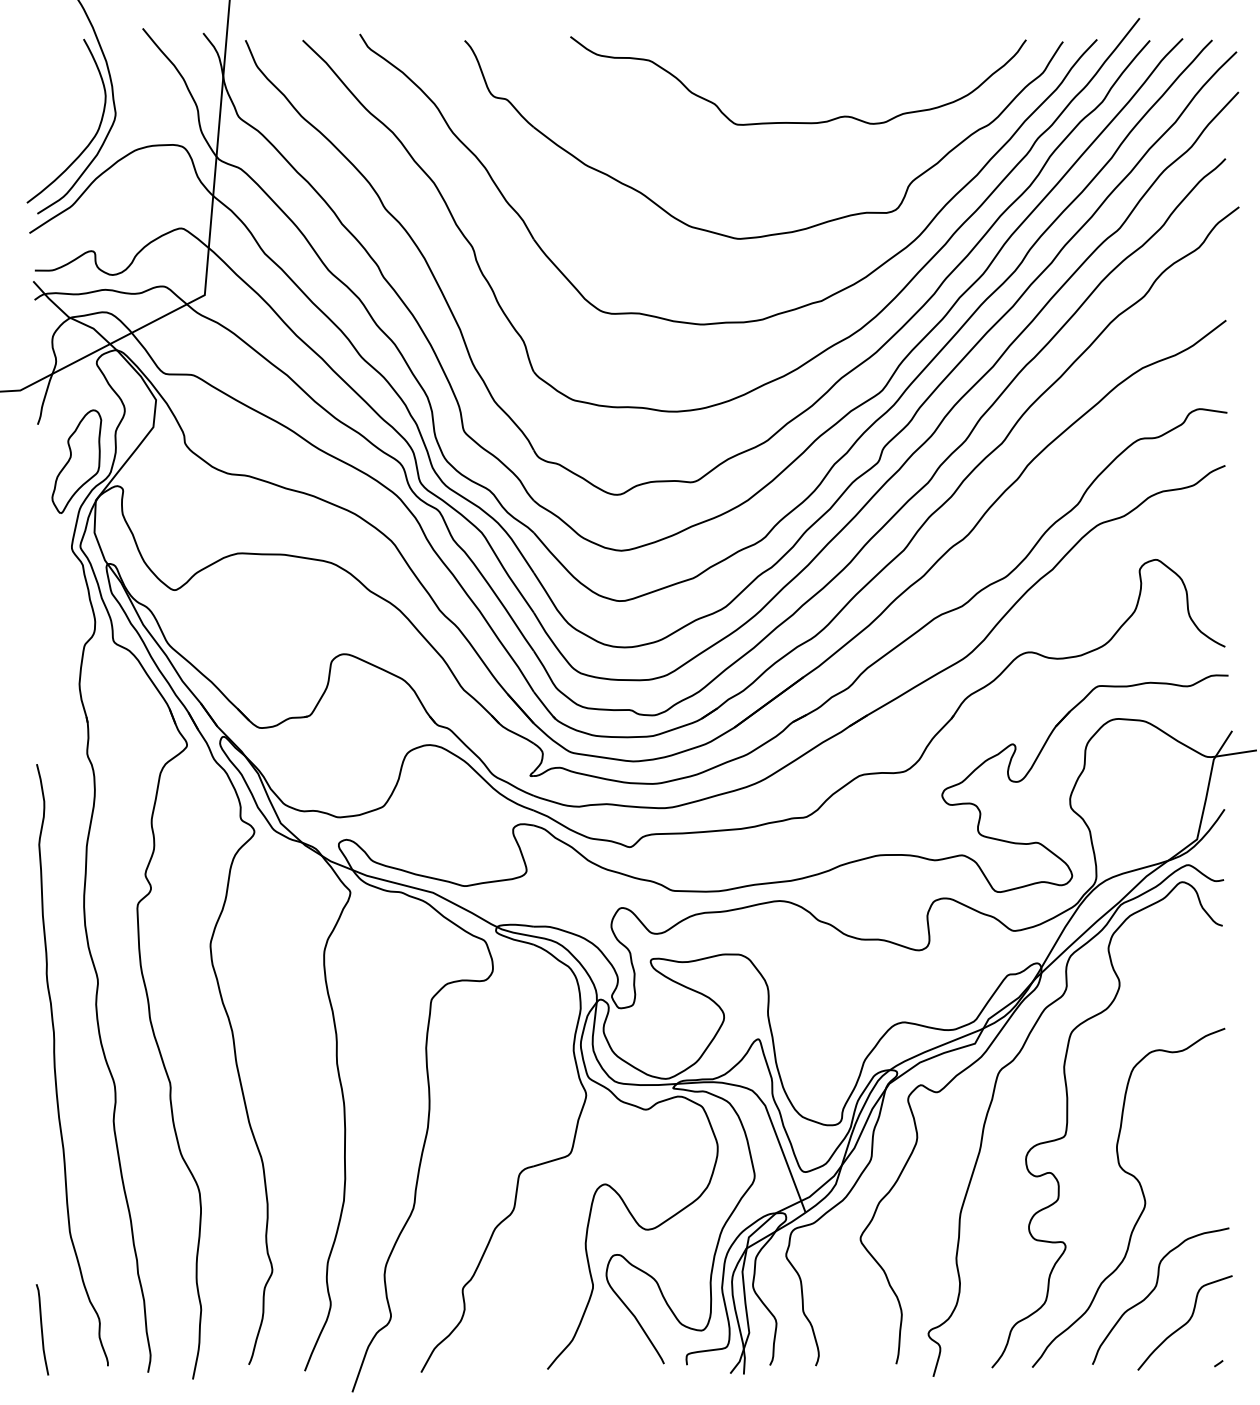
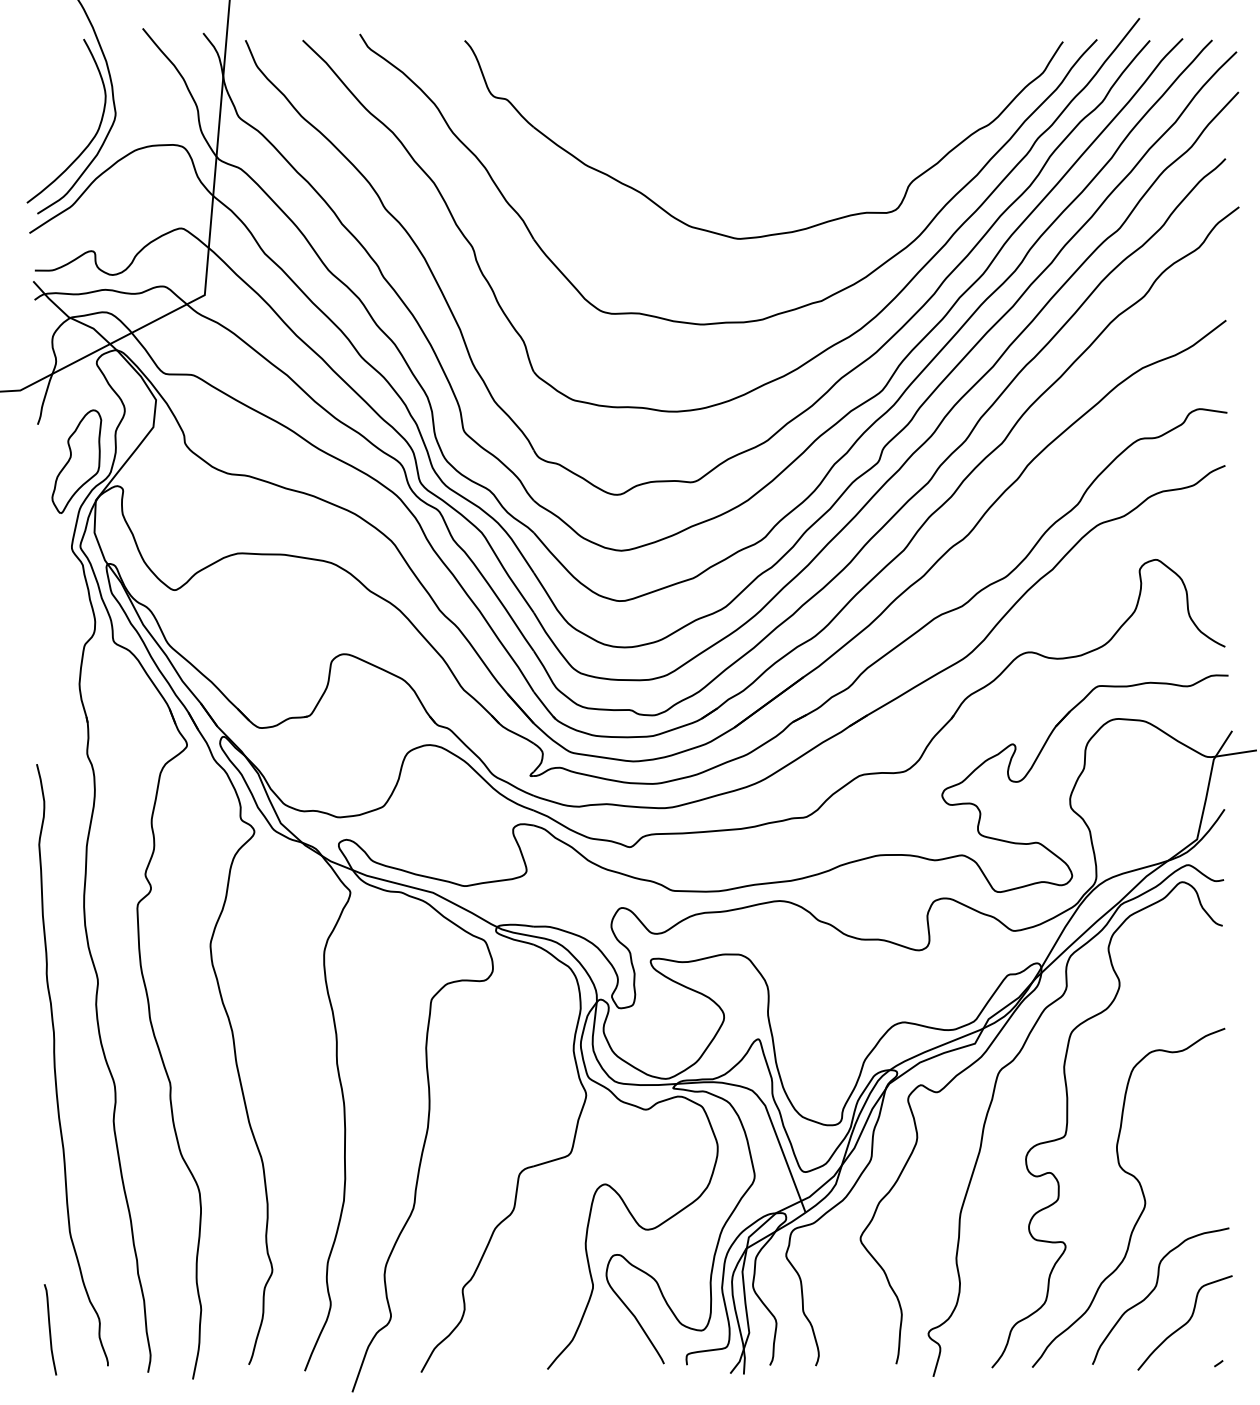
curve at (798, 122): present -> none
curve at (42, 1329) position: (42, 1329) -> (50, 1329)
